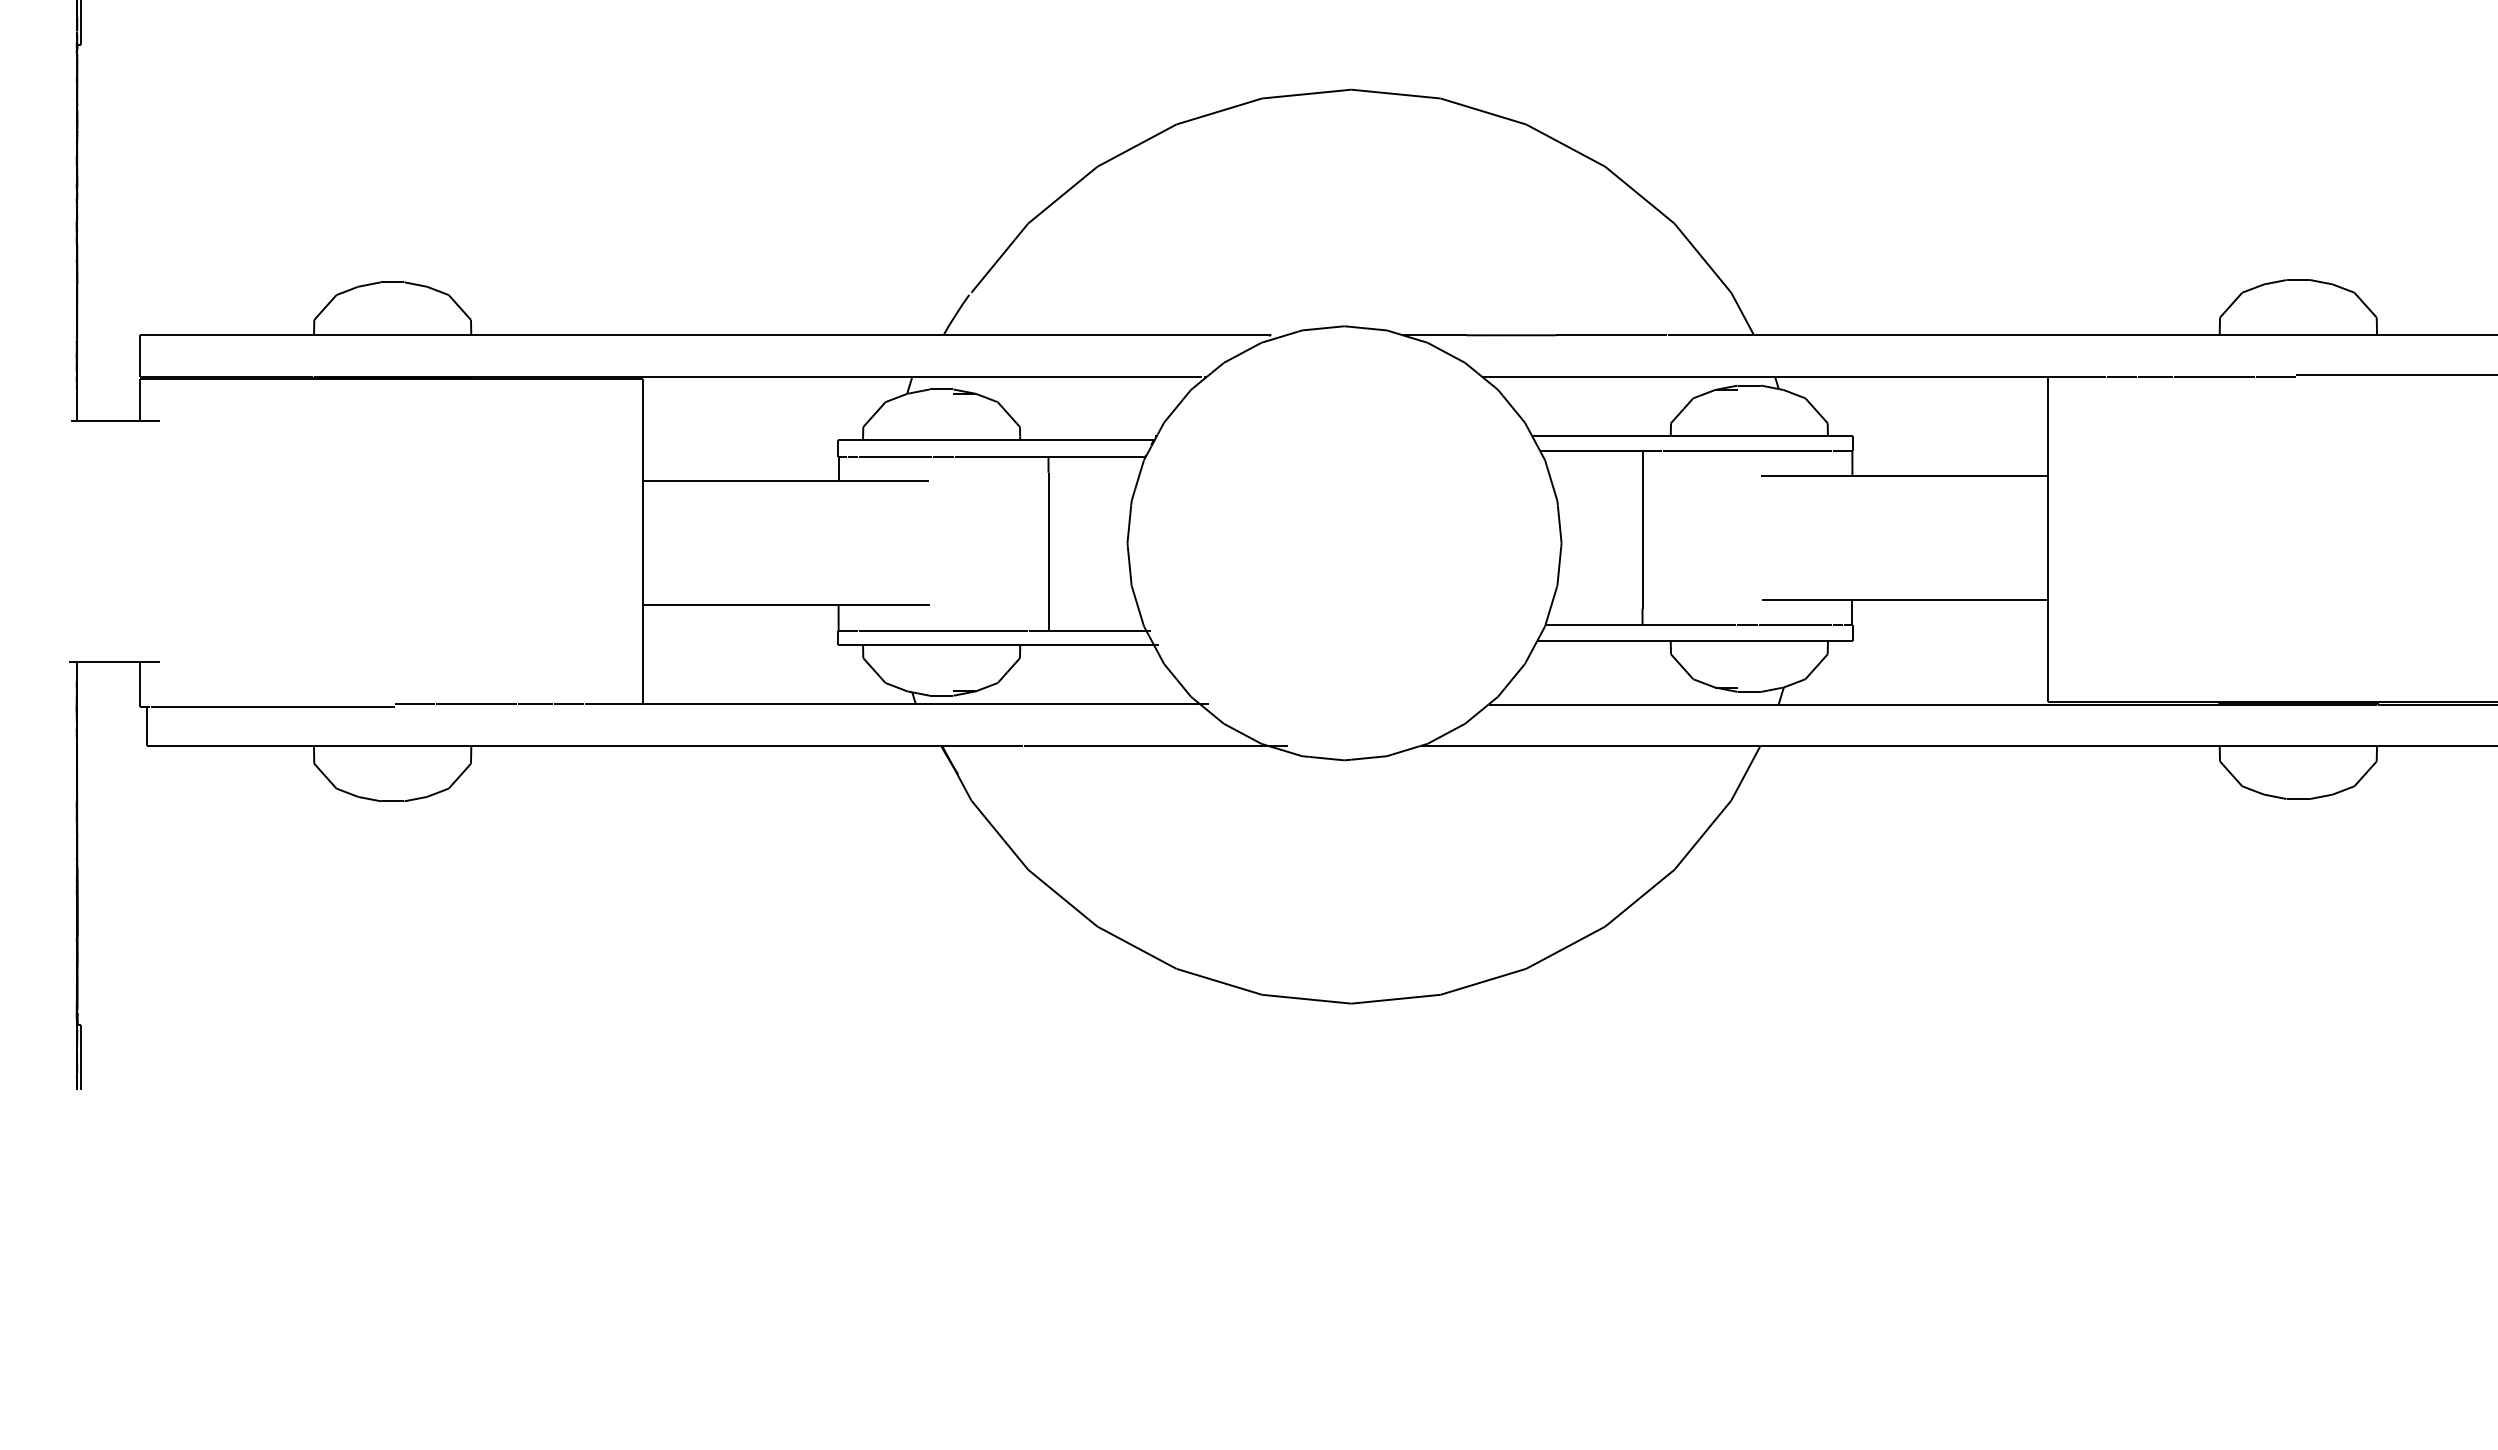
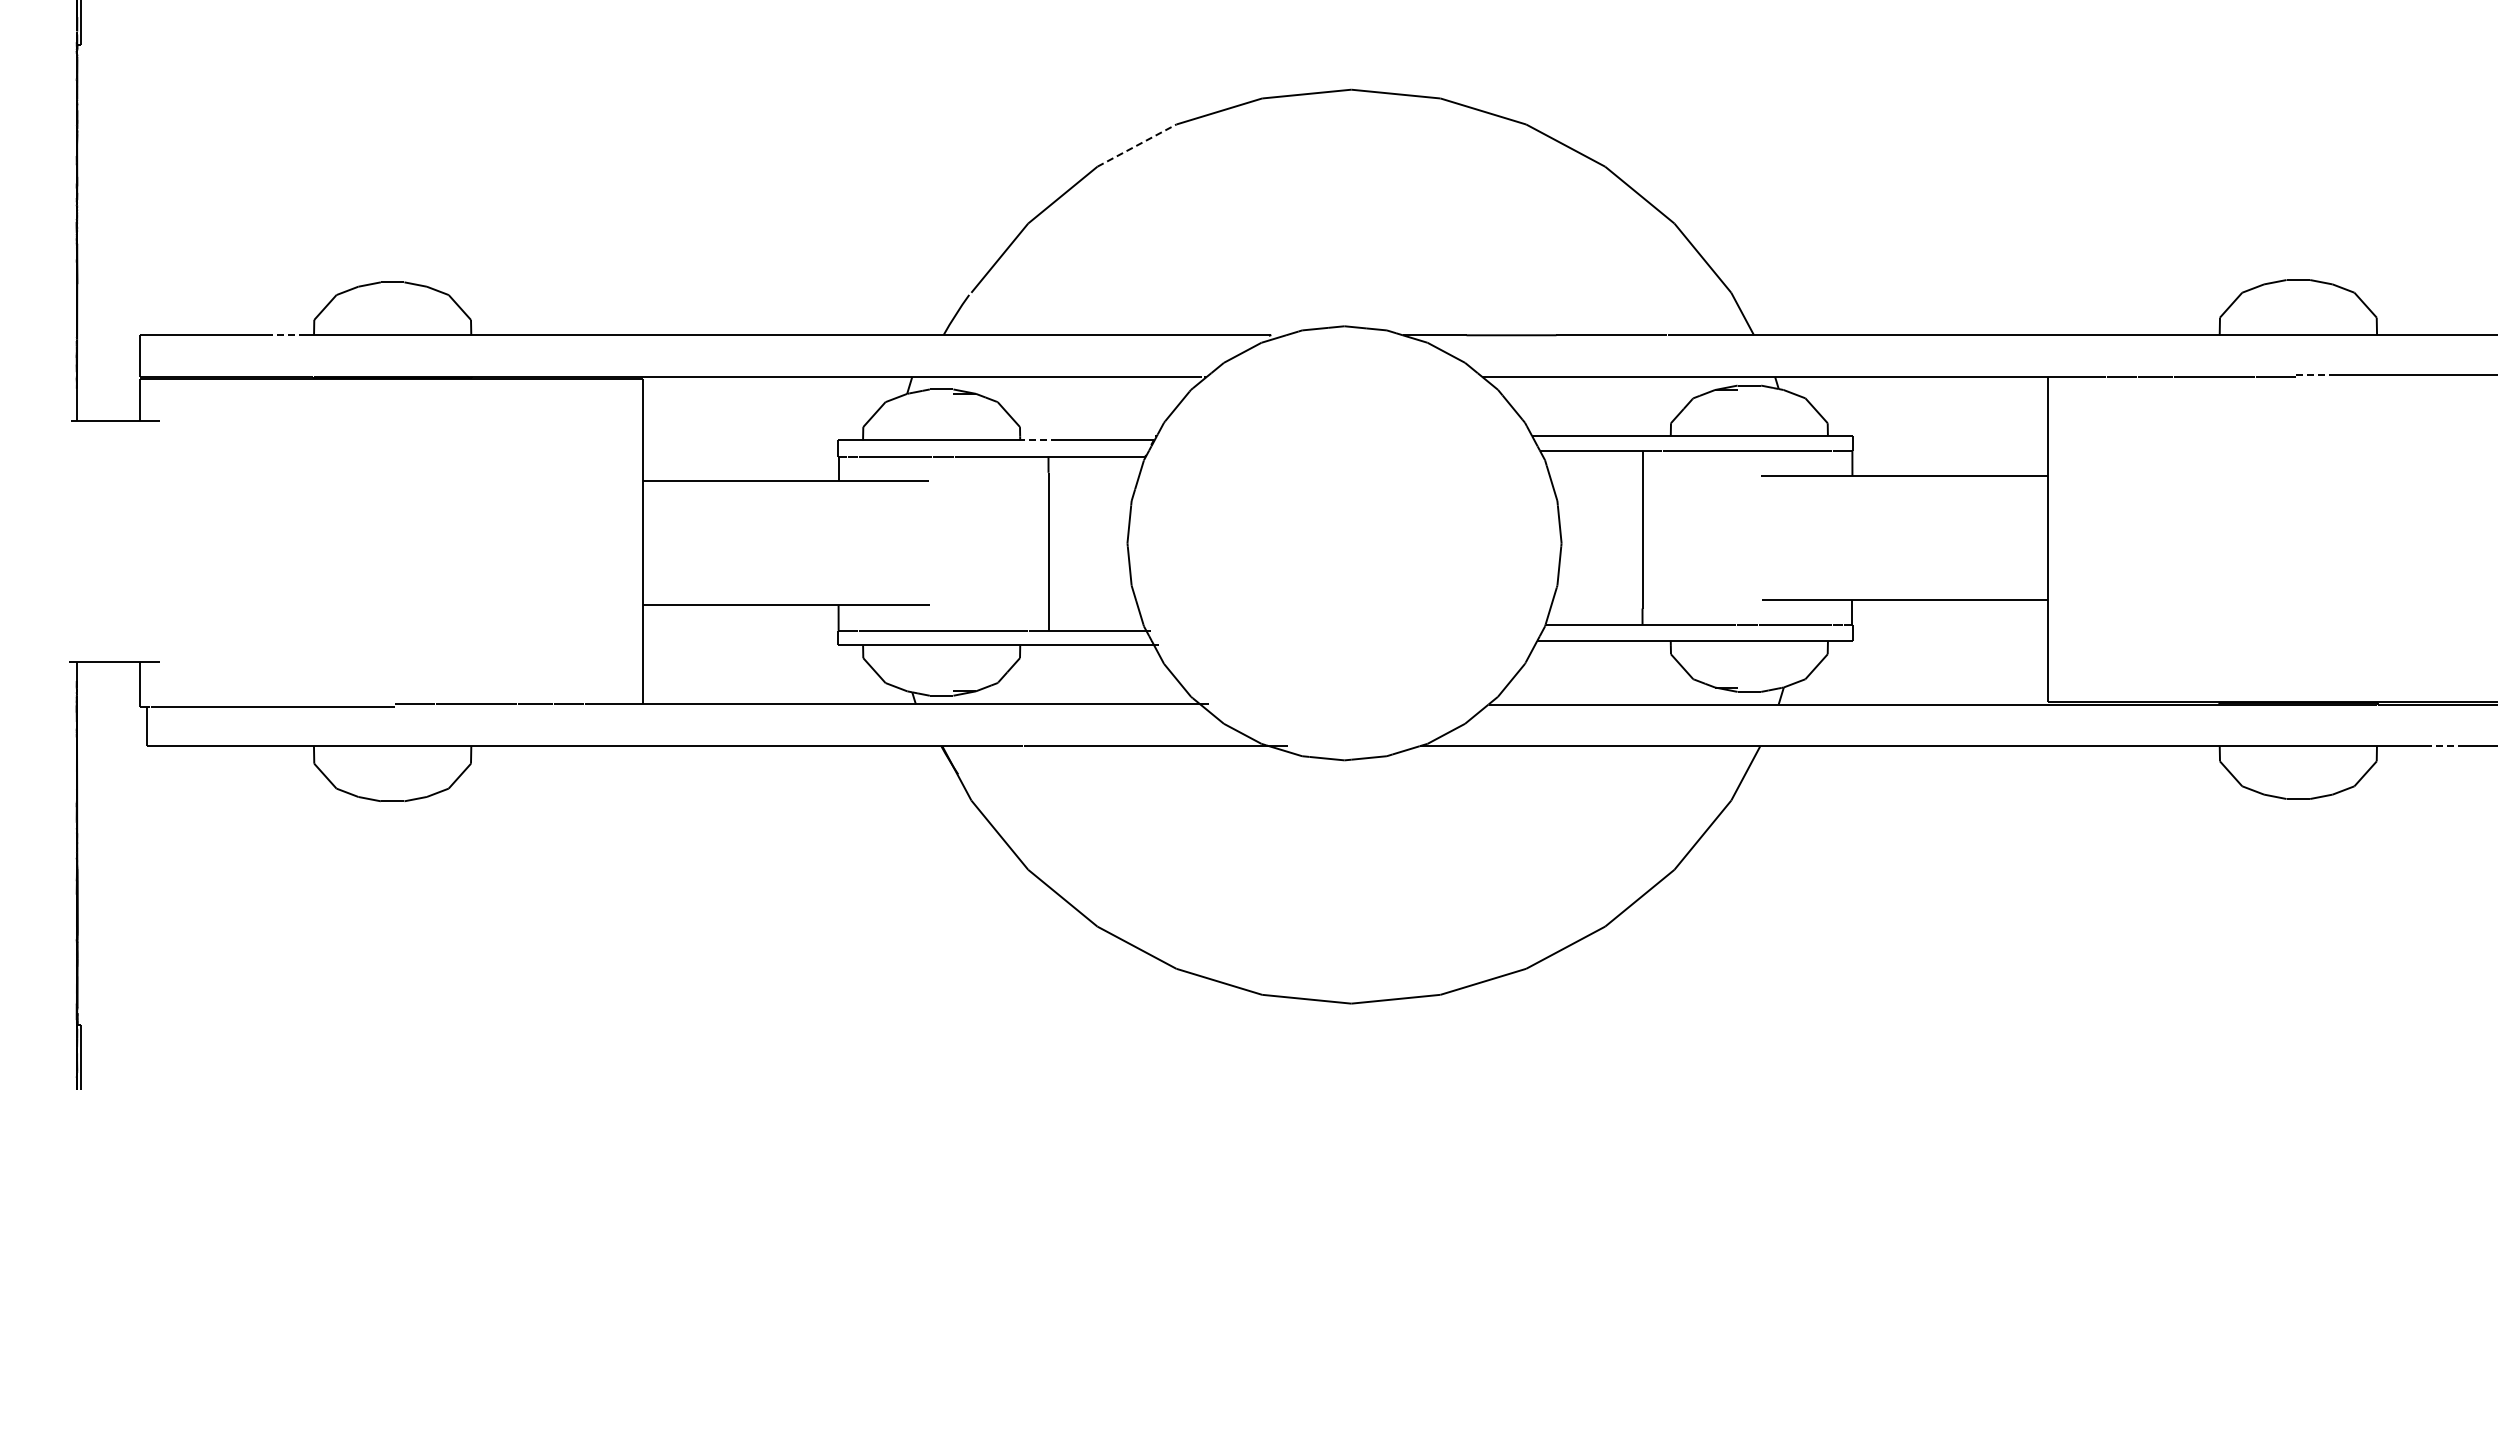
line at (1136, 145): solid -> dashed
line at (285, 335): solid -> dashed
line at (2317, 374): solid -> dashed
line at (1040, 440): solid -> dashed
line at (2443, 746): solid -> dashed
